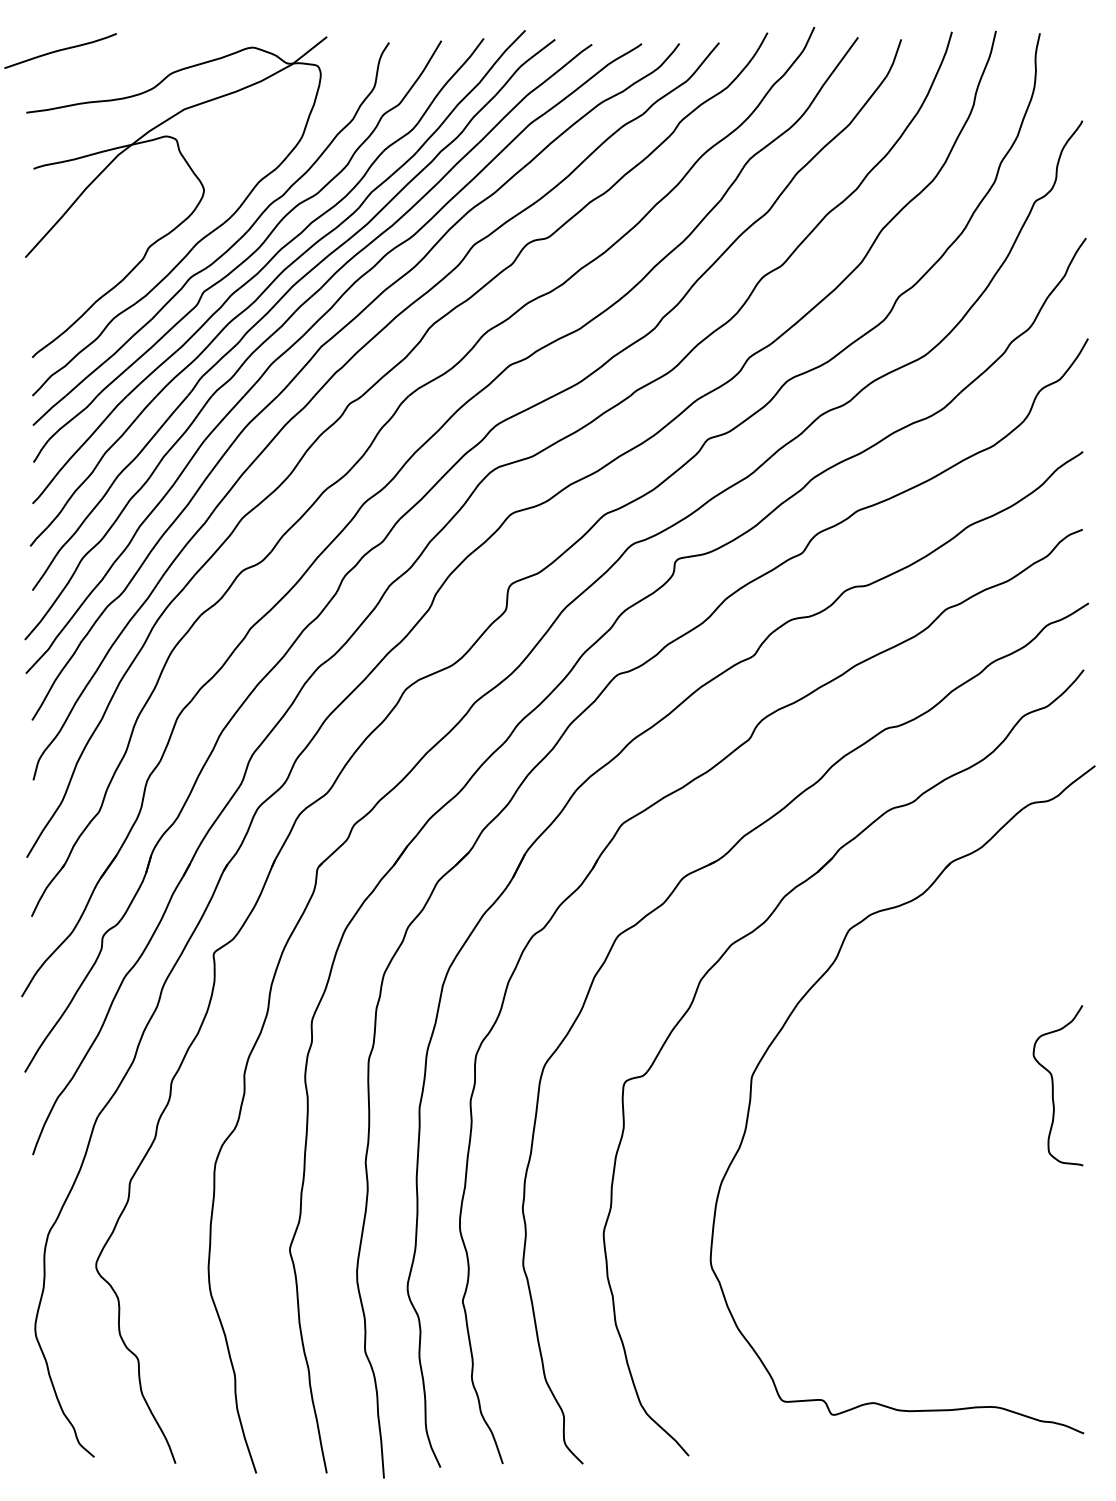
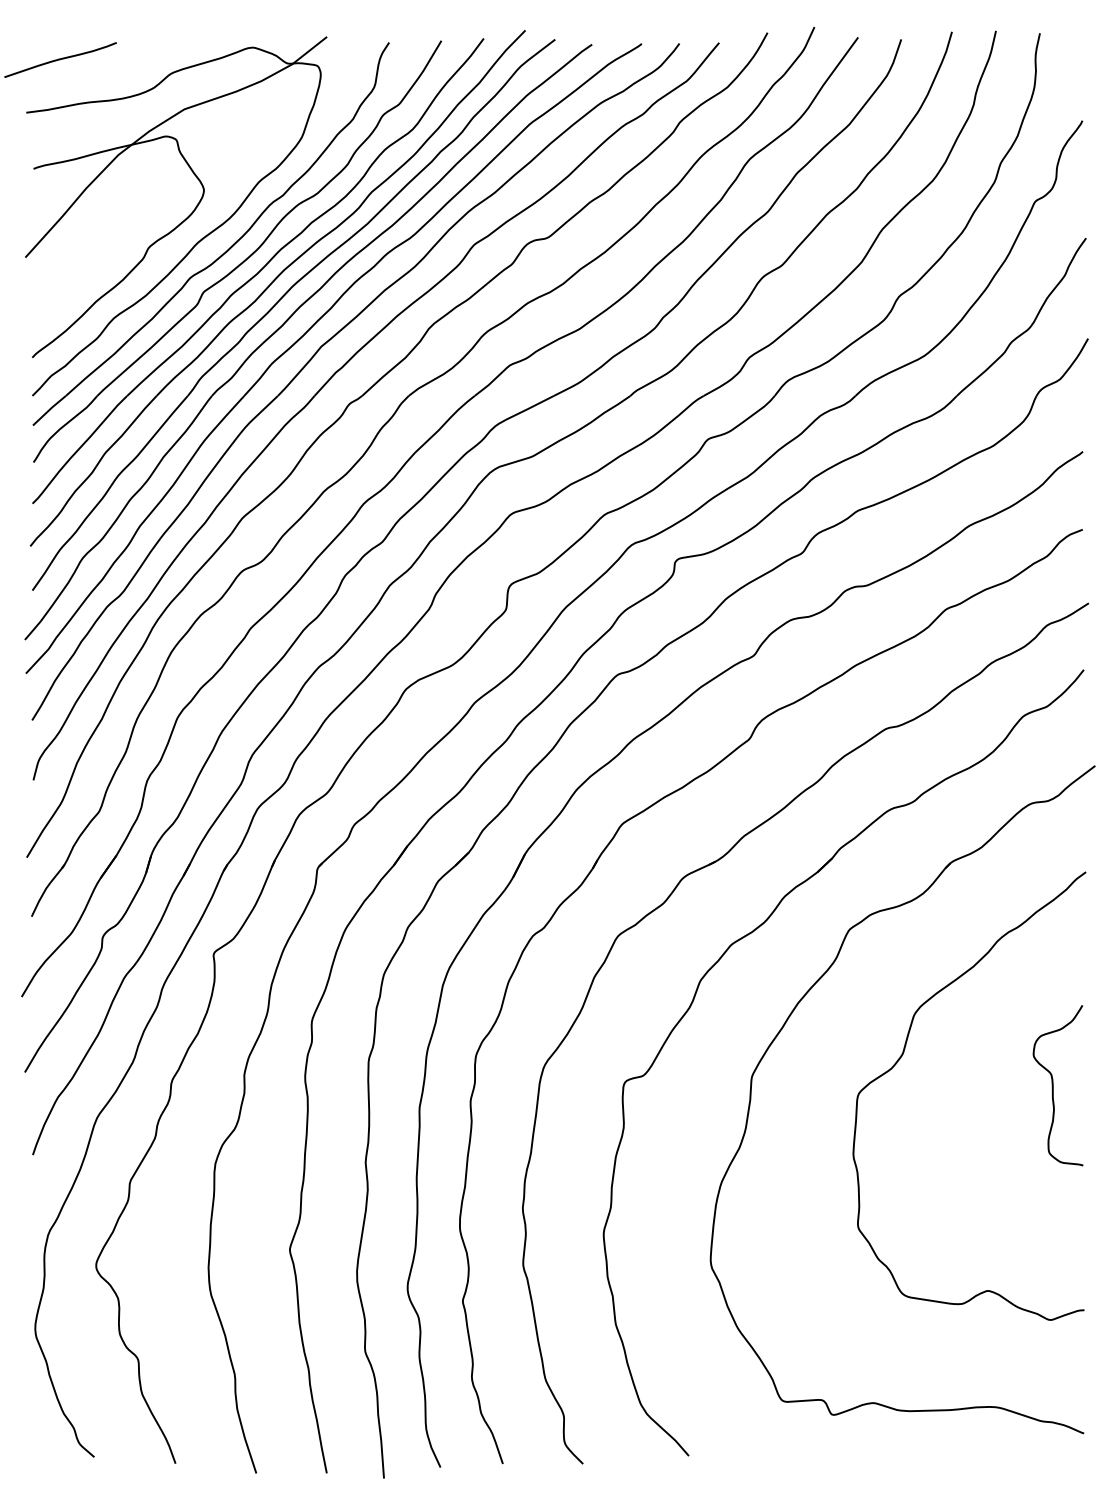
curve at (60, 50) position: (60, 50) -> (60, 59)
curve at (902, 1056): none -> present
